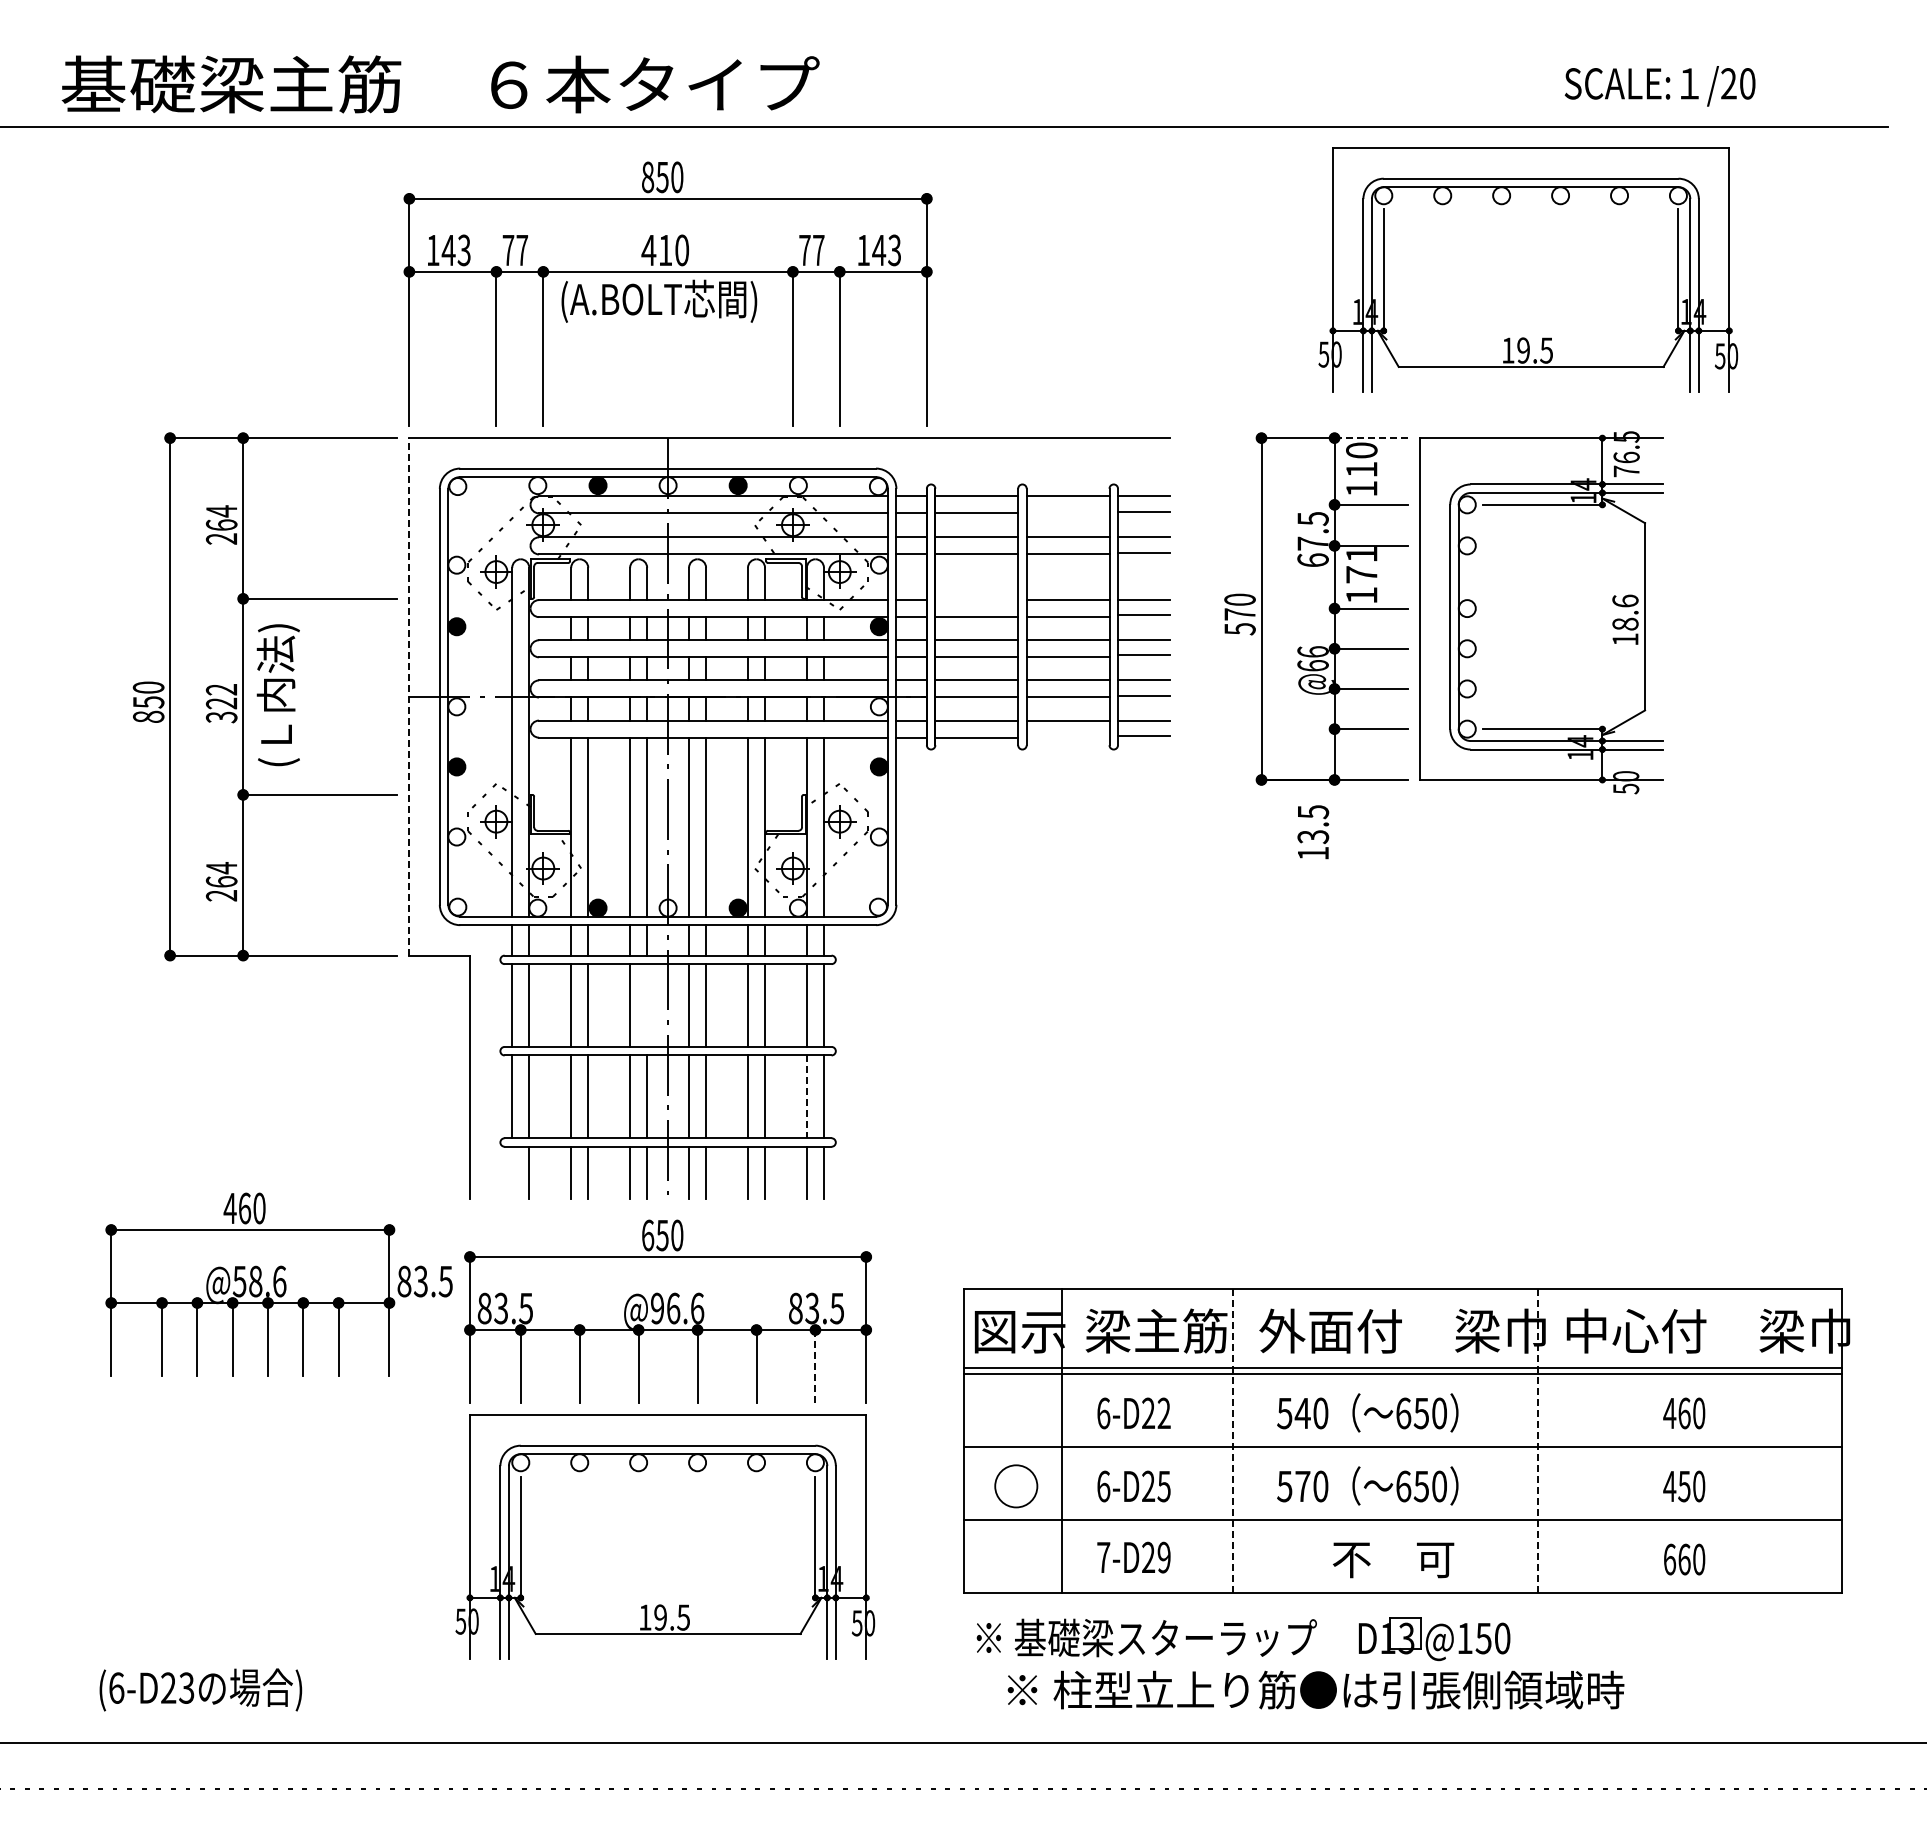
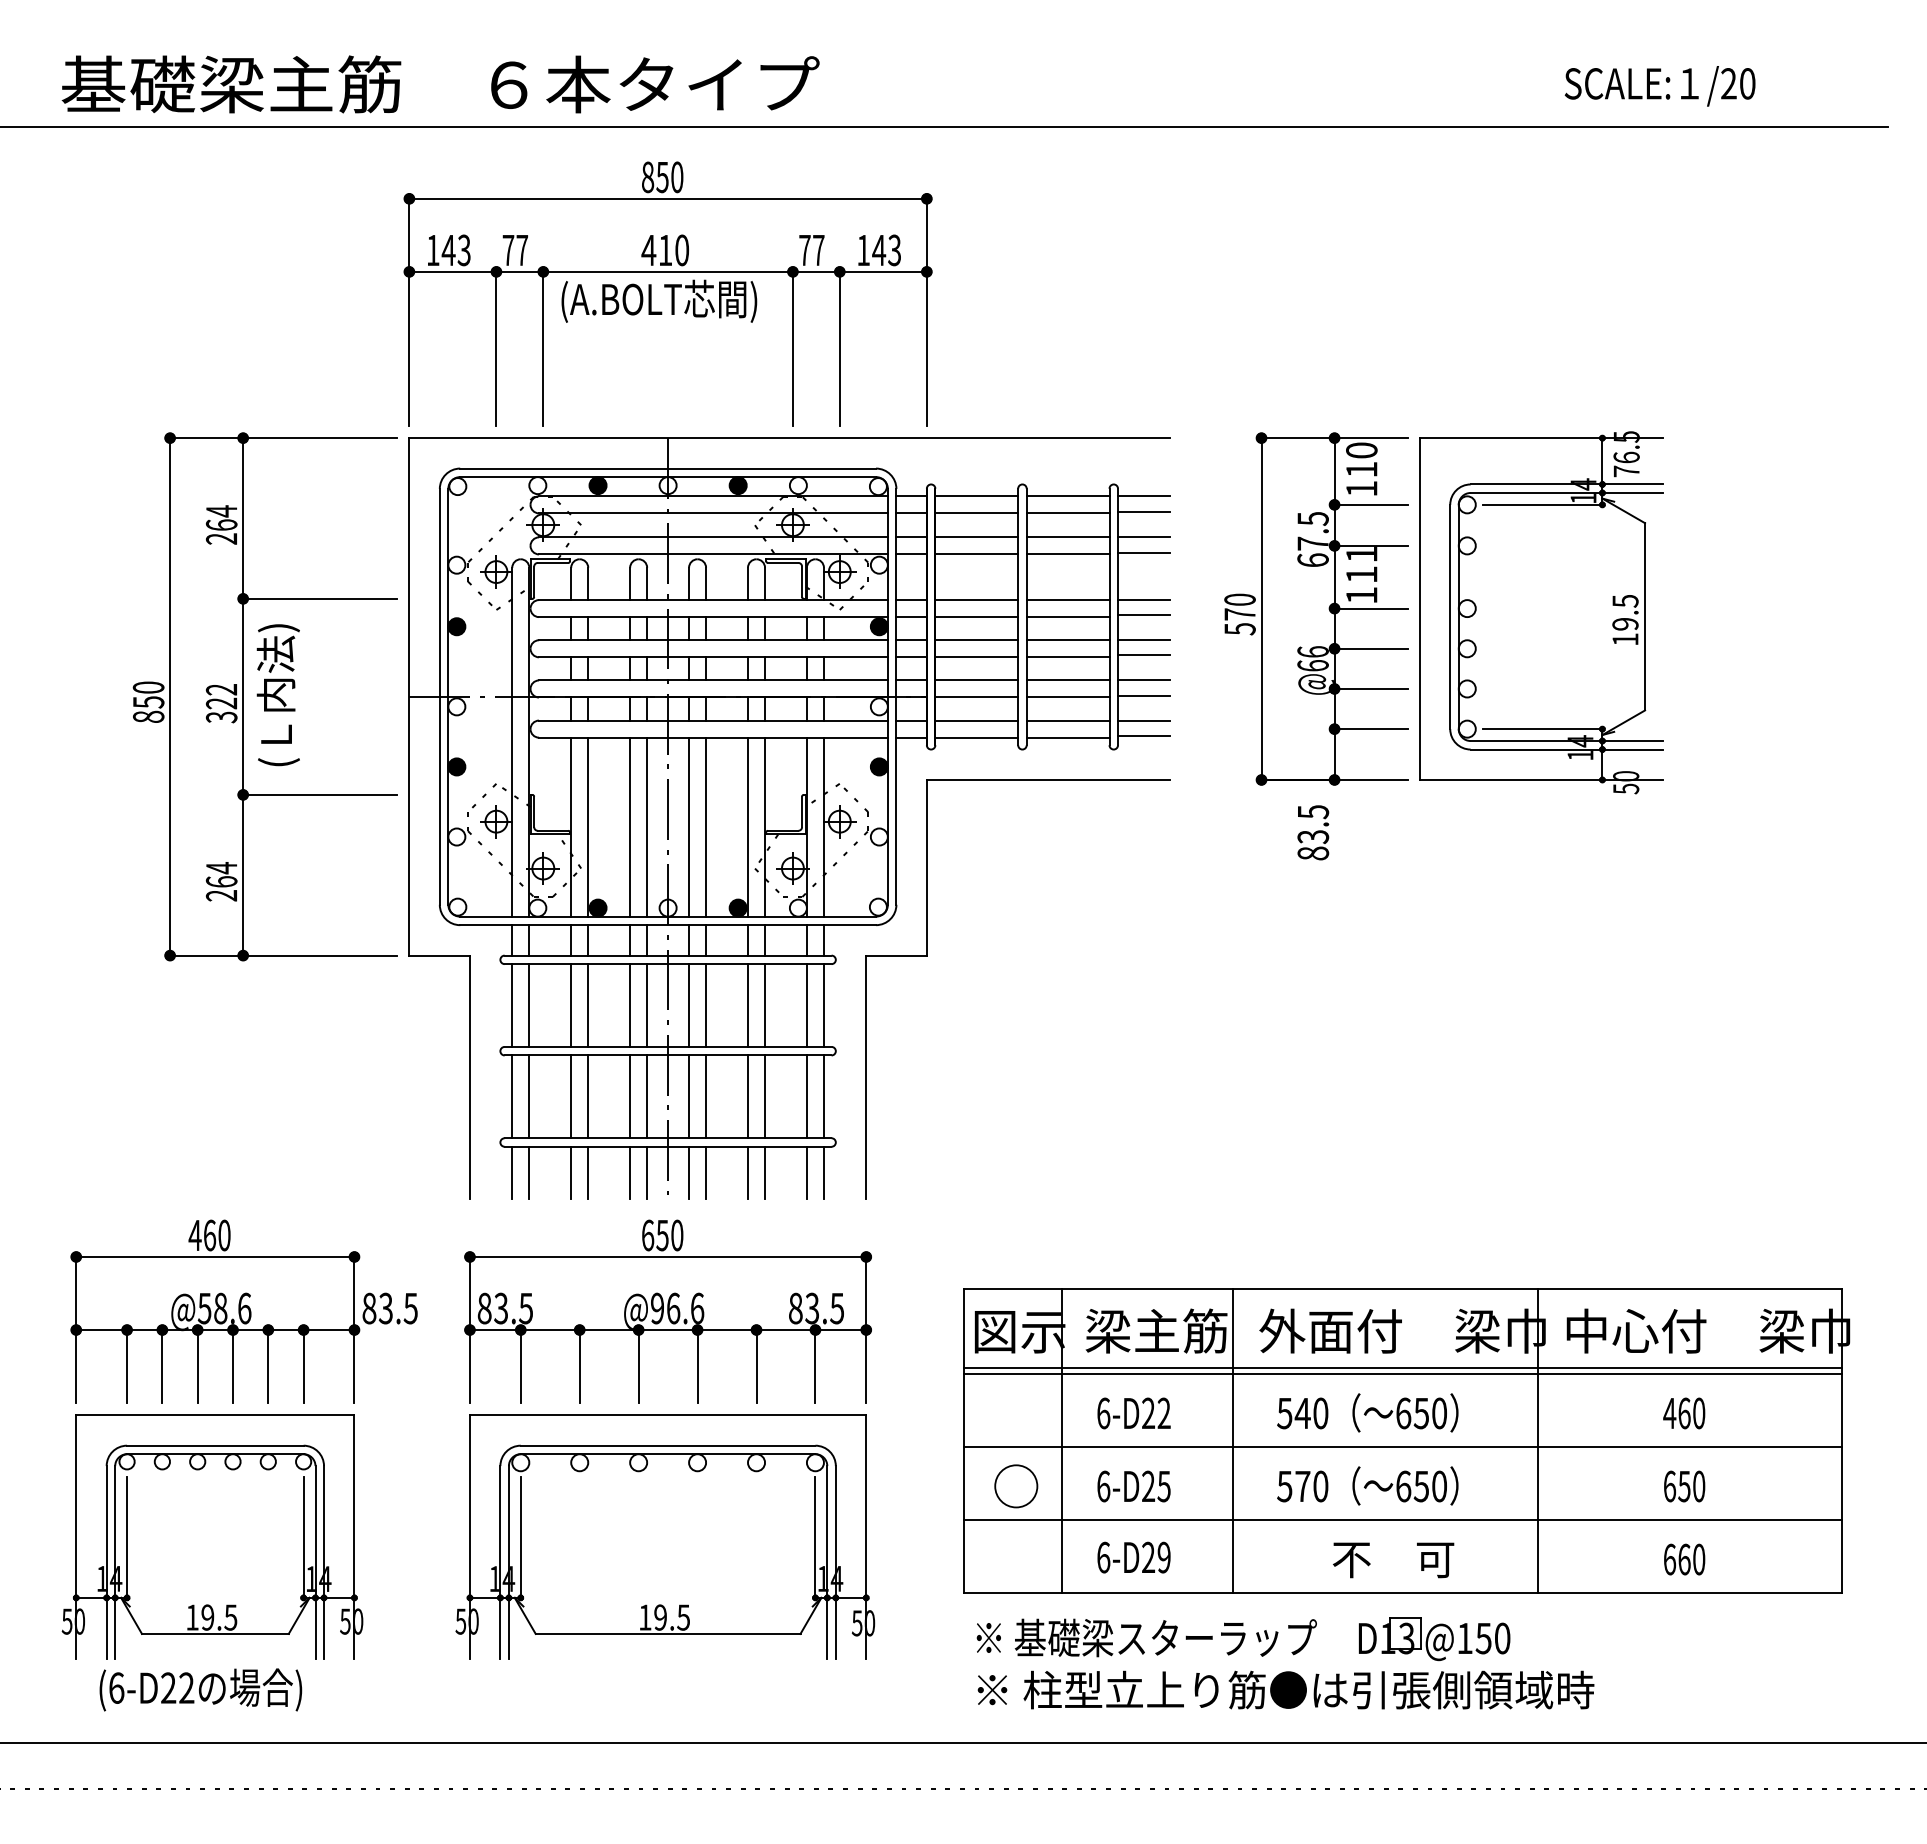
part at (1528, 269): present -> none
line at (1371, 438): dashed -> solid
line at (1067, 513): none -> present
text at (1361, 574): 171 -> 111
line at (976, 600): none -> present
text at (1625, 612): 18.6 -> 19.5
line at (409, 696): dashed -> solid
line at (1067, 737): none -> present
text at (1313, 853): 13.5 -> 83.5
part at (927, 956): none -> present
line at (647, 1005): none -> present
line at (806, 1097): dashed -> solid
line at (512, 1172): none -> present
part at (278, 1284) position: (278, 1284) -> (243, 1311)
line at (815, 1366): dashed -> solid
line at (1233, 1441): dashed -> solid
line at (1537, 1441): dashed -> solid
text at (1669, 1486): 450 -> 650
part at (212, 1536): none -> present
text at (1103, 1557): 7-D29 -> 6-D29
text at (186, 1687): (6-D23 -> (6-D22
text at (1315, 1689) position: (1315, 1689) -> (1285, 1689)
